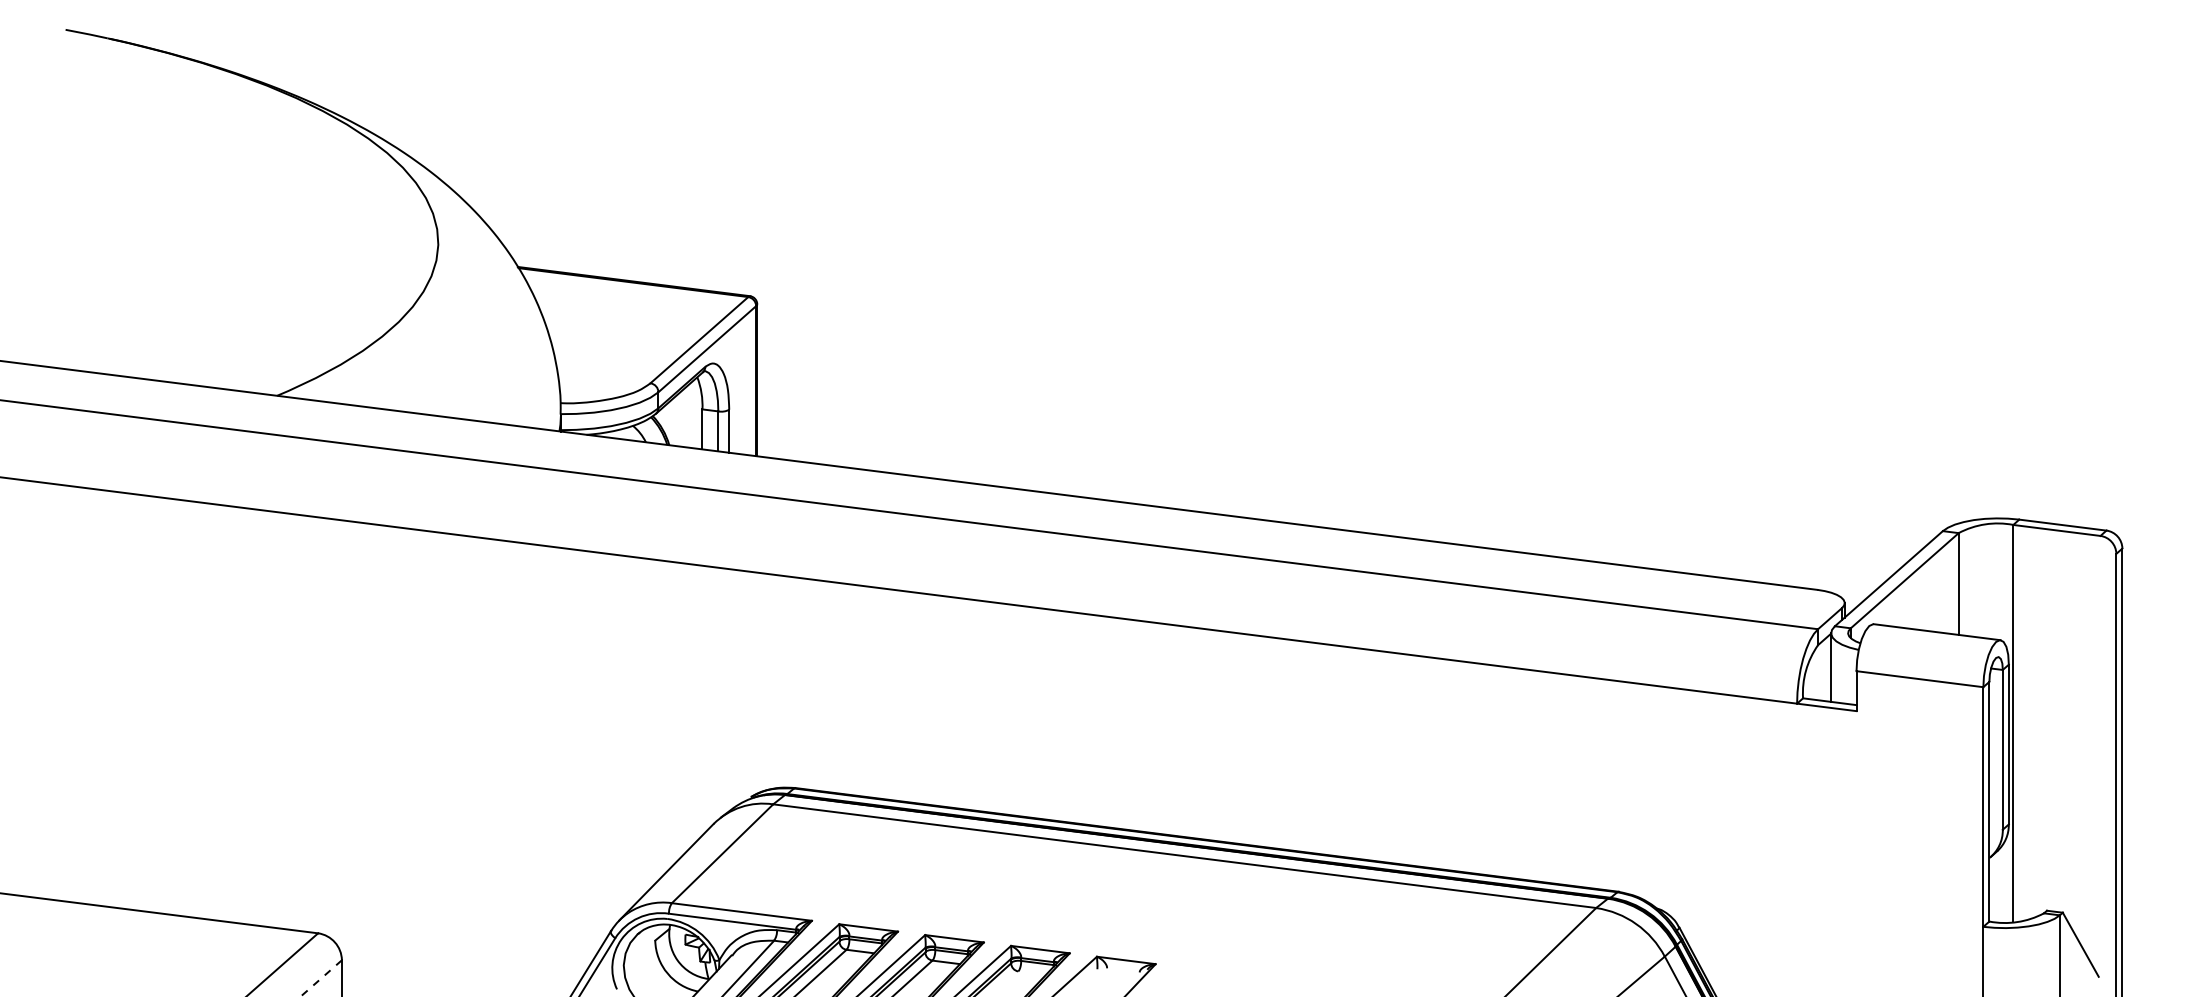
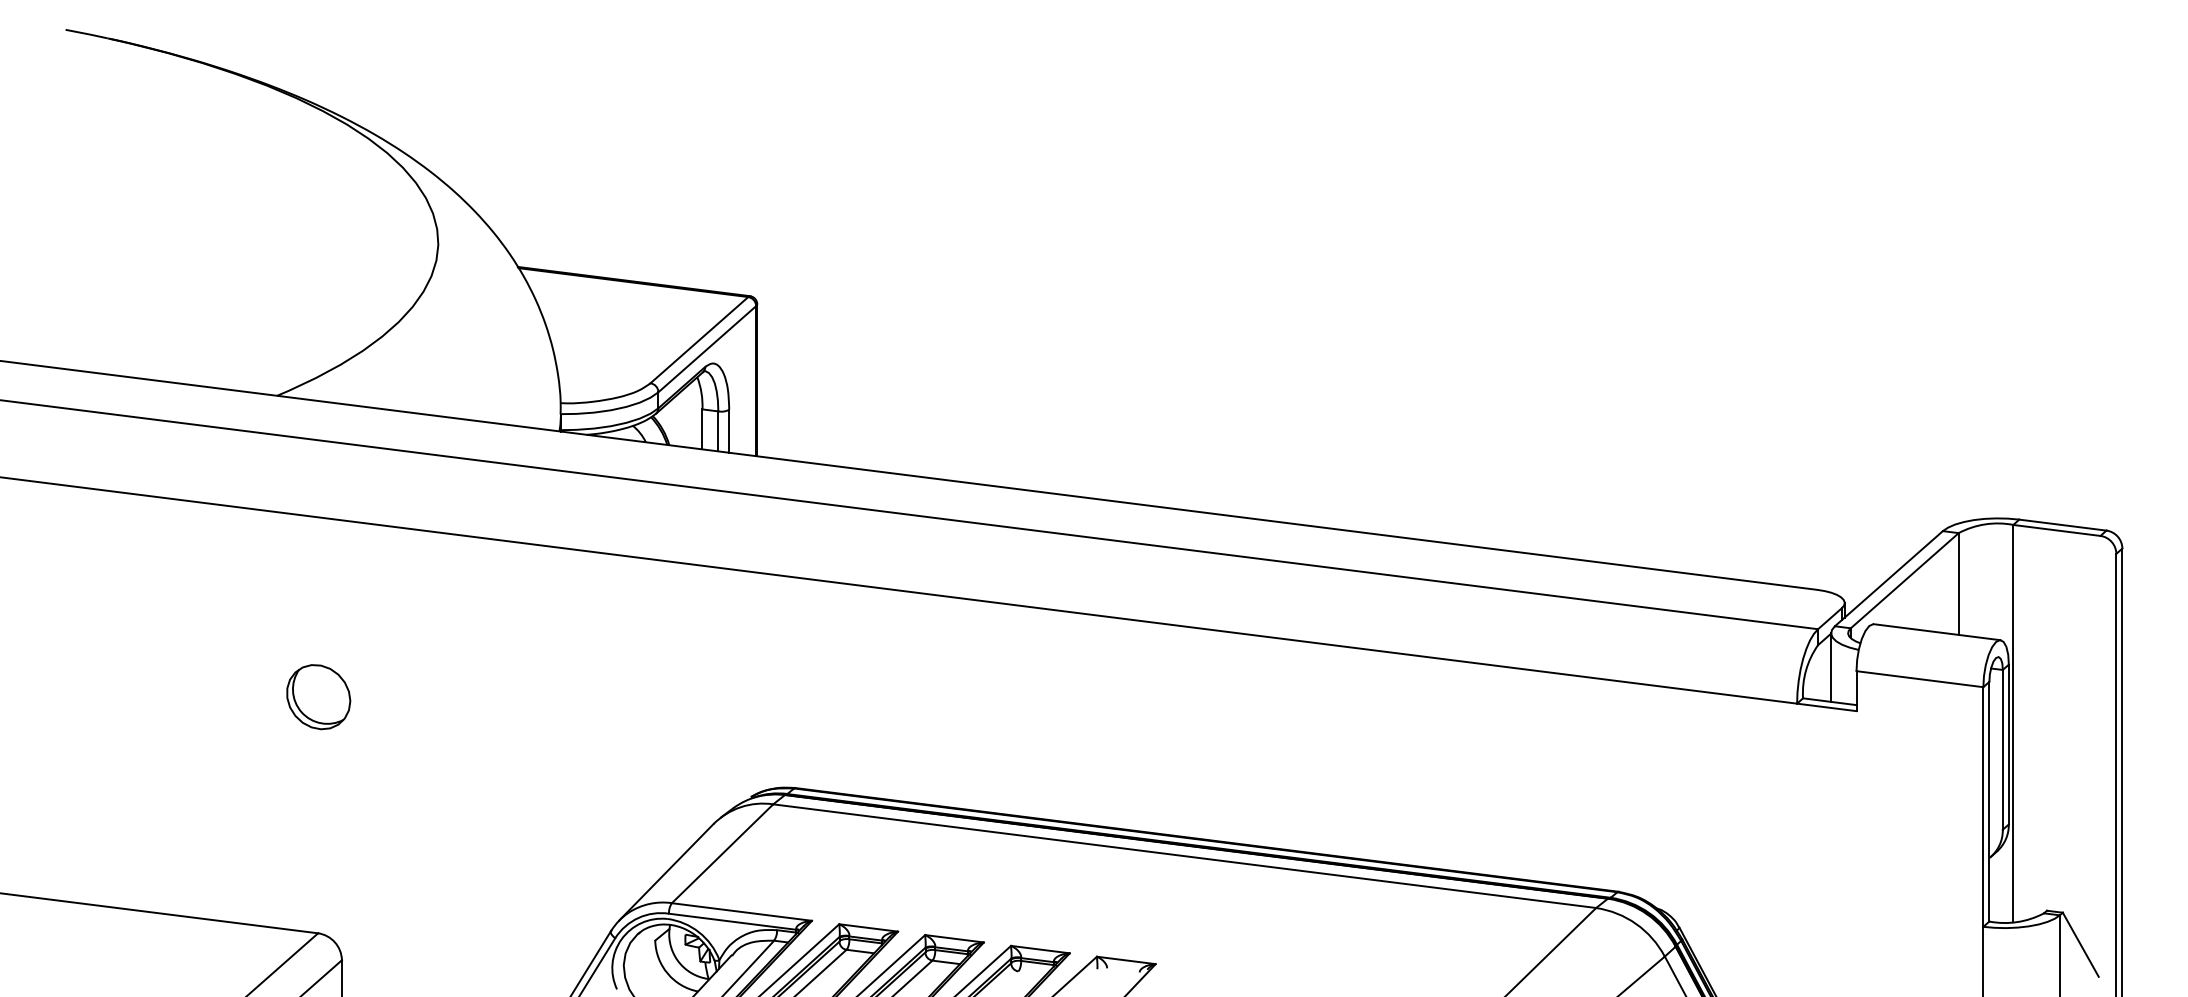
part at (318, 697): none -> present
line at (320, 978): dashed -> solid
